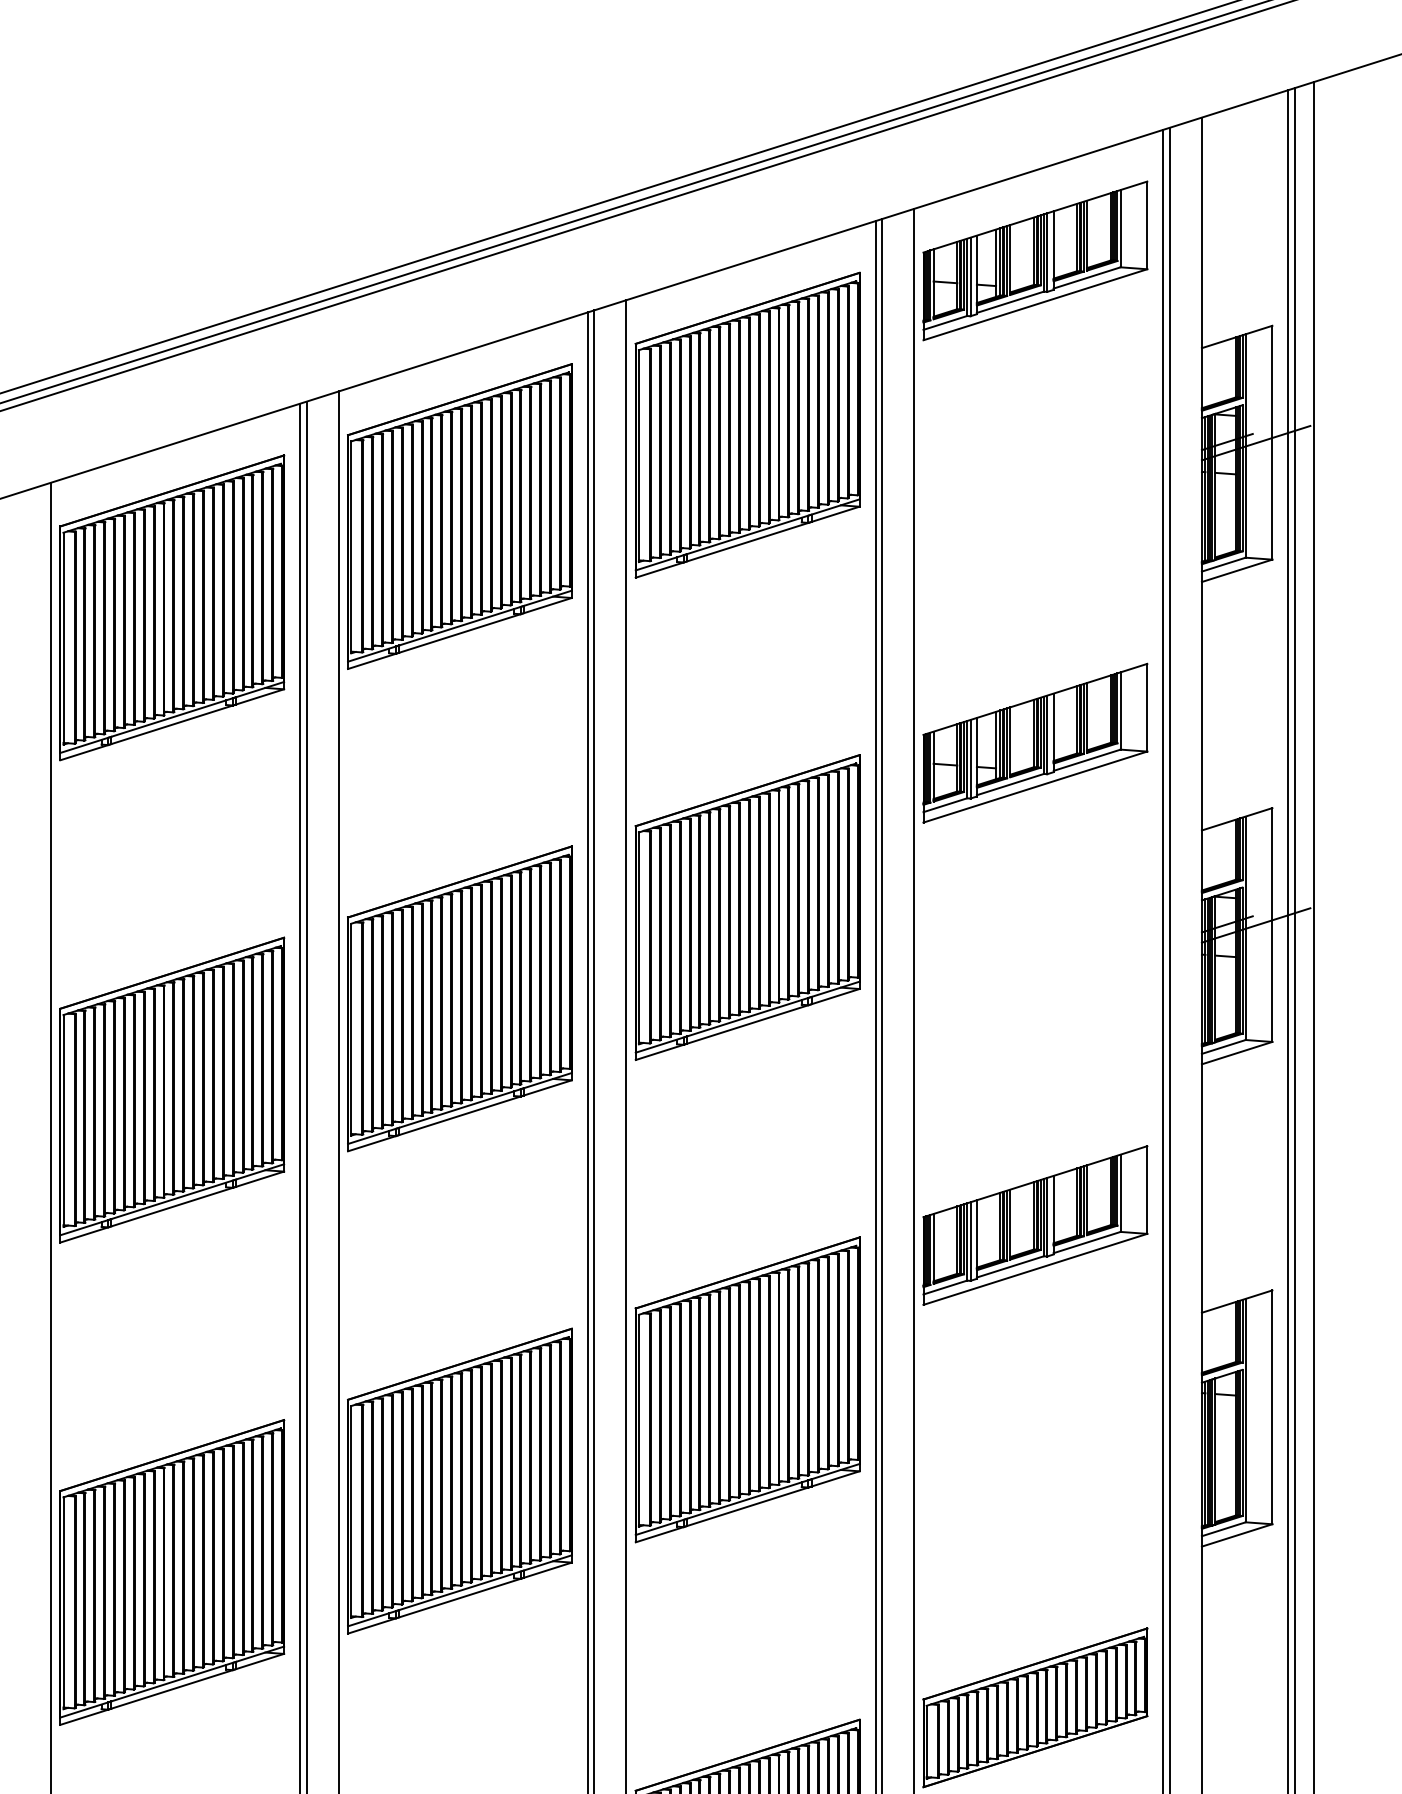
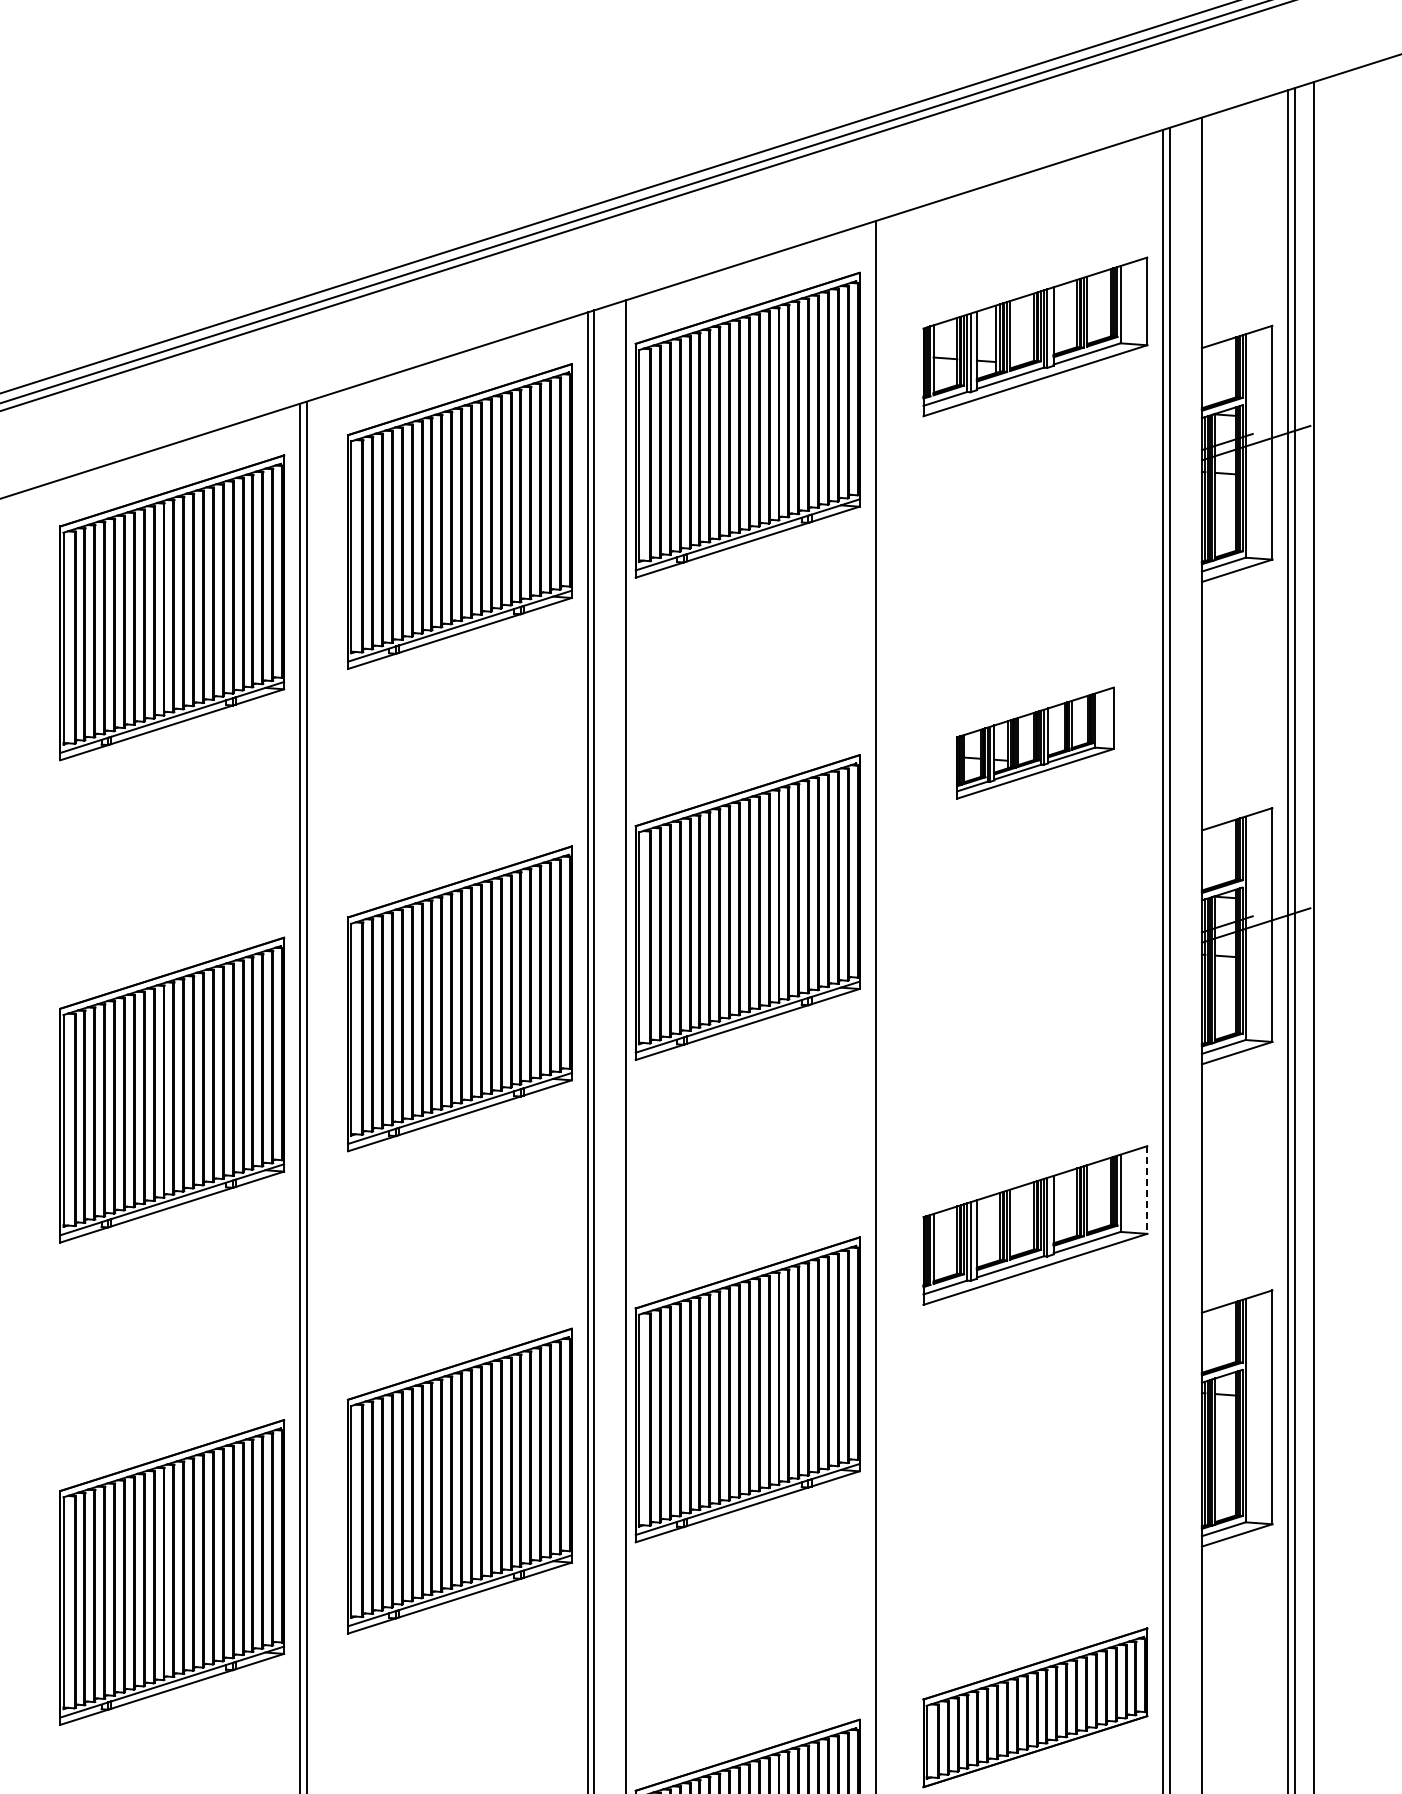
part at (1035, 260) position: (1035, 260) -> (1035, 336)
part at (1035, 742) size: 227x162 px -> 159x114 px
line at (914, 999): present -> none
line at (882, 1004): present -> none
line at (338, 1090): present -> none
line at (50, 1136): present -> none
line at (1147, 1190): solid -> dashed
